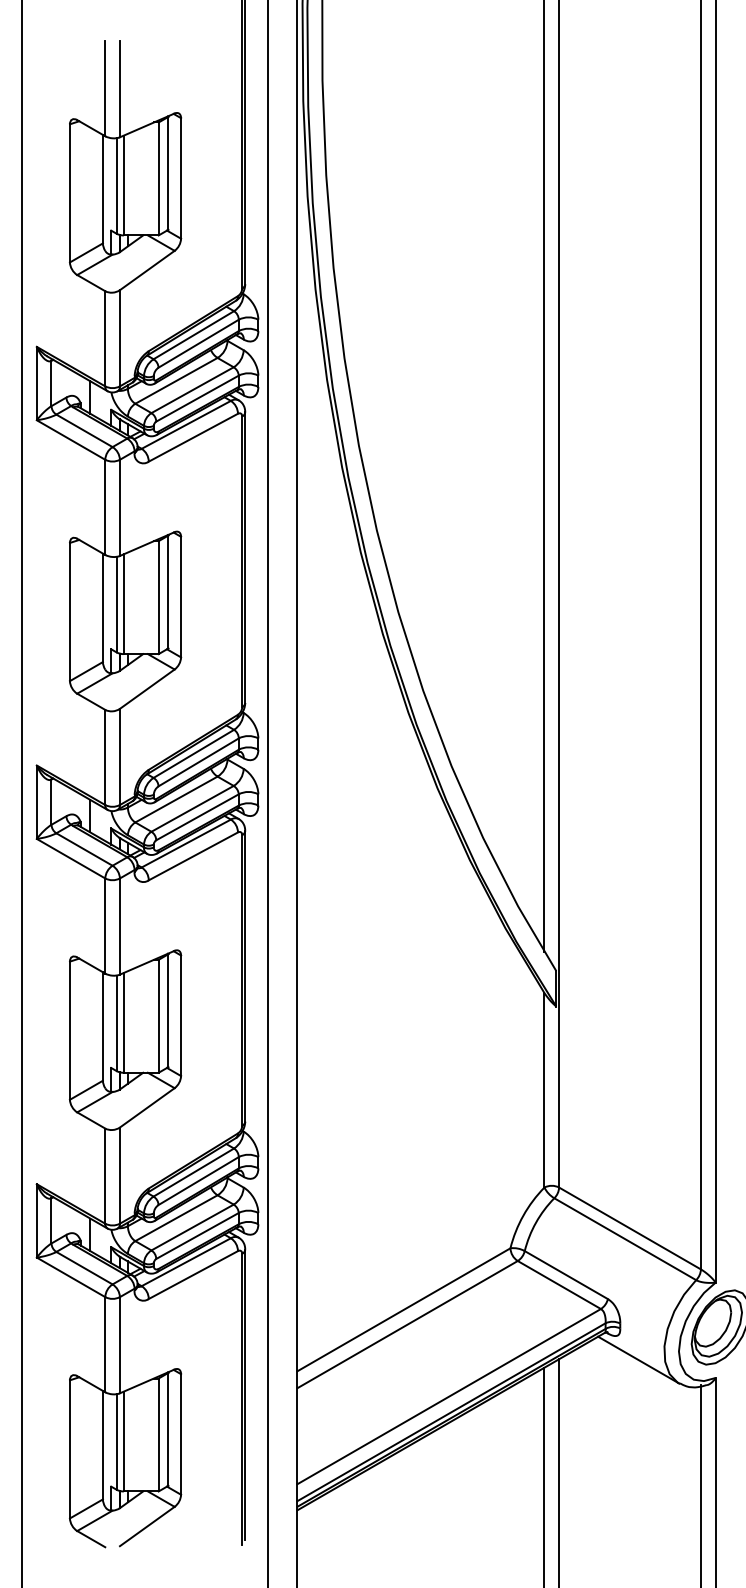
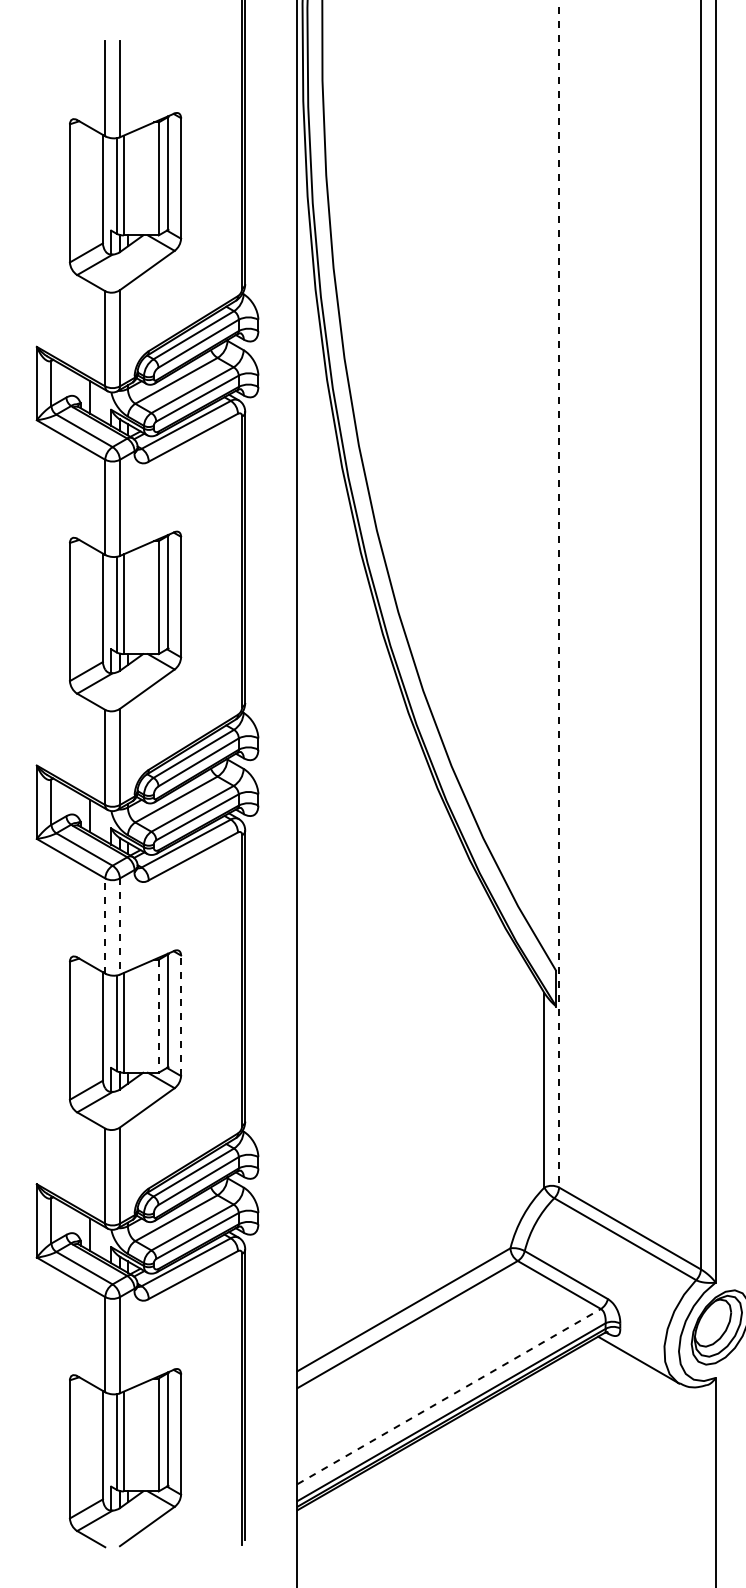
line at (544, 476): present -> none
line at (559, 593): solid -> dashed
line at (22, 793): present -> none
line at (268, 793): present -> none
line at (105, 926): solid -> dashed
line at (119, 927): solid -> dashed
line at (181, 1015): solid -> dashed
line at (158, 1016): solid -> dashed
line at (449, 1396): solid -> dashed
line at (559, 1471): present -> none
line at (544, 1475): present -> none
line at (700, 1484): present -> none
